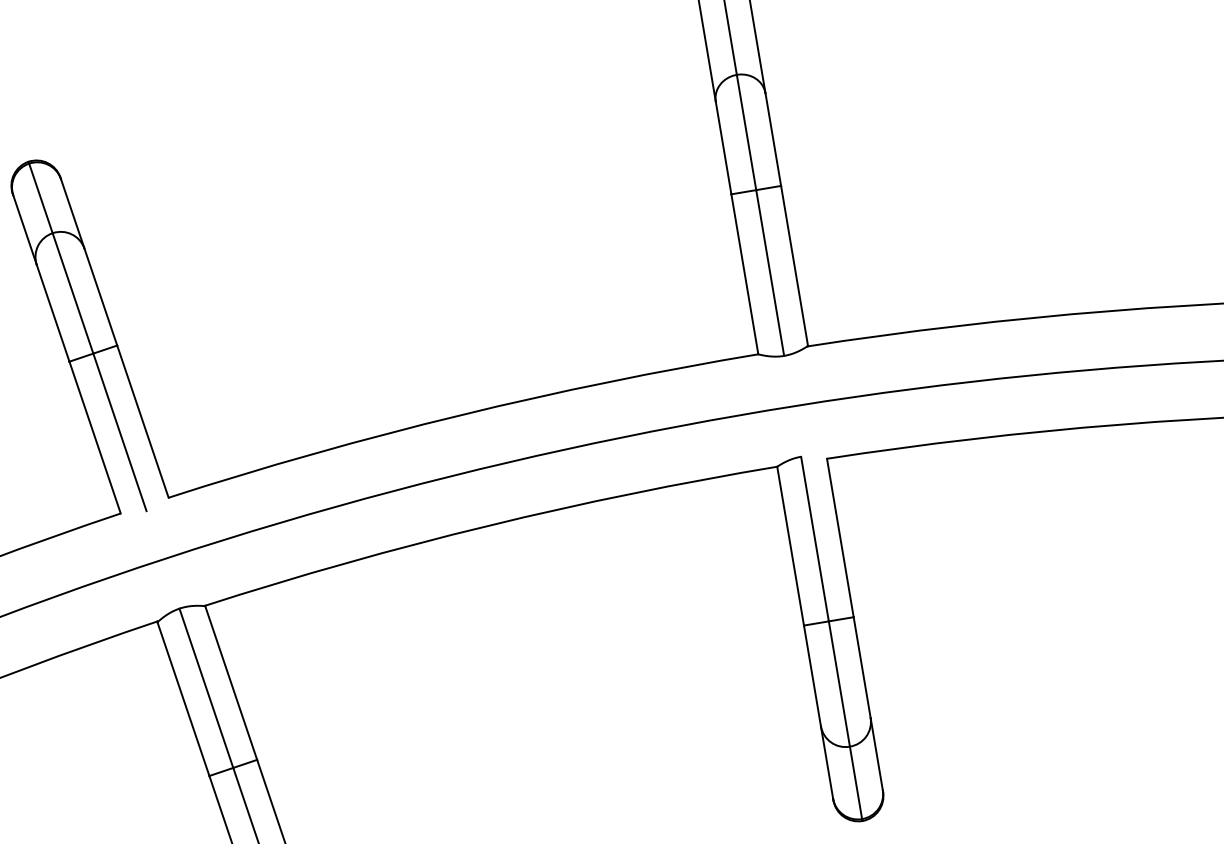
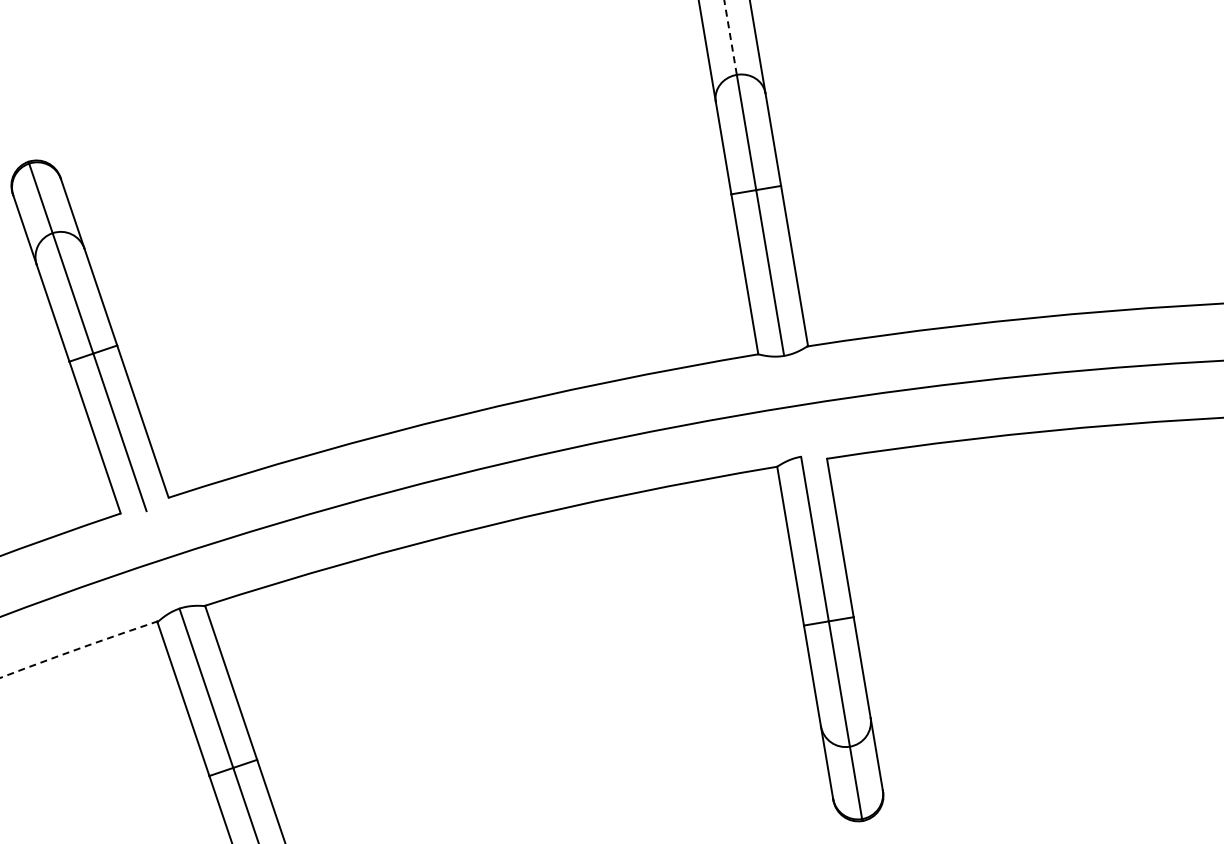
line at (730, 37): solid -> dashed
arc at (79, 648): solid -> dashed
